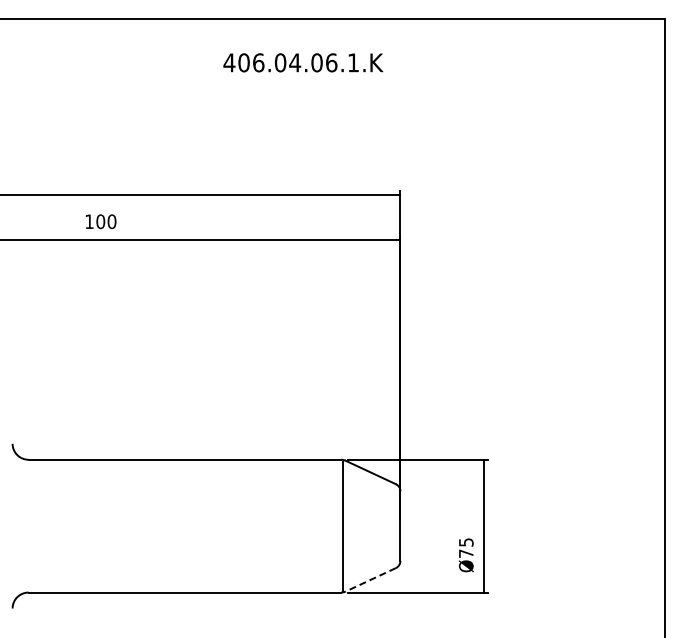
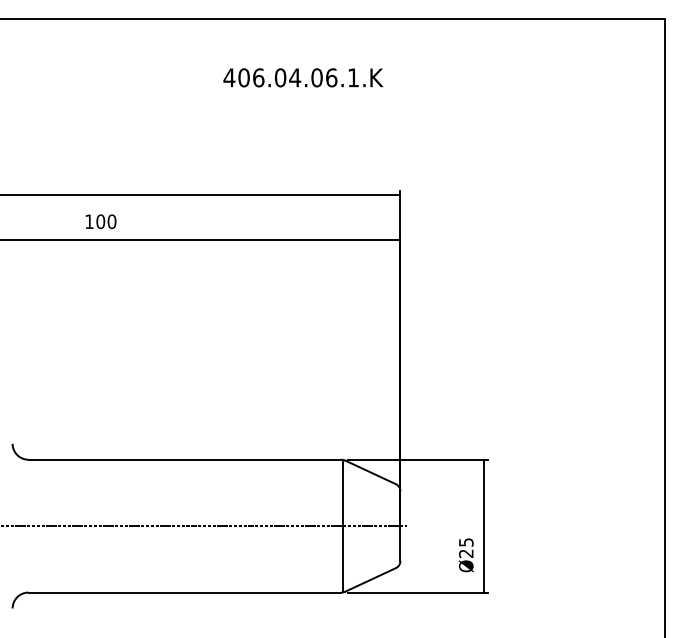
text at (303, 62) position: (303, 62) -> (303, 77)
line at (204, 526): none -> present
text at (465, 553): Ø75 -> Ø25
line at (370, 579): dashed -> solid
